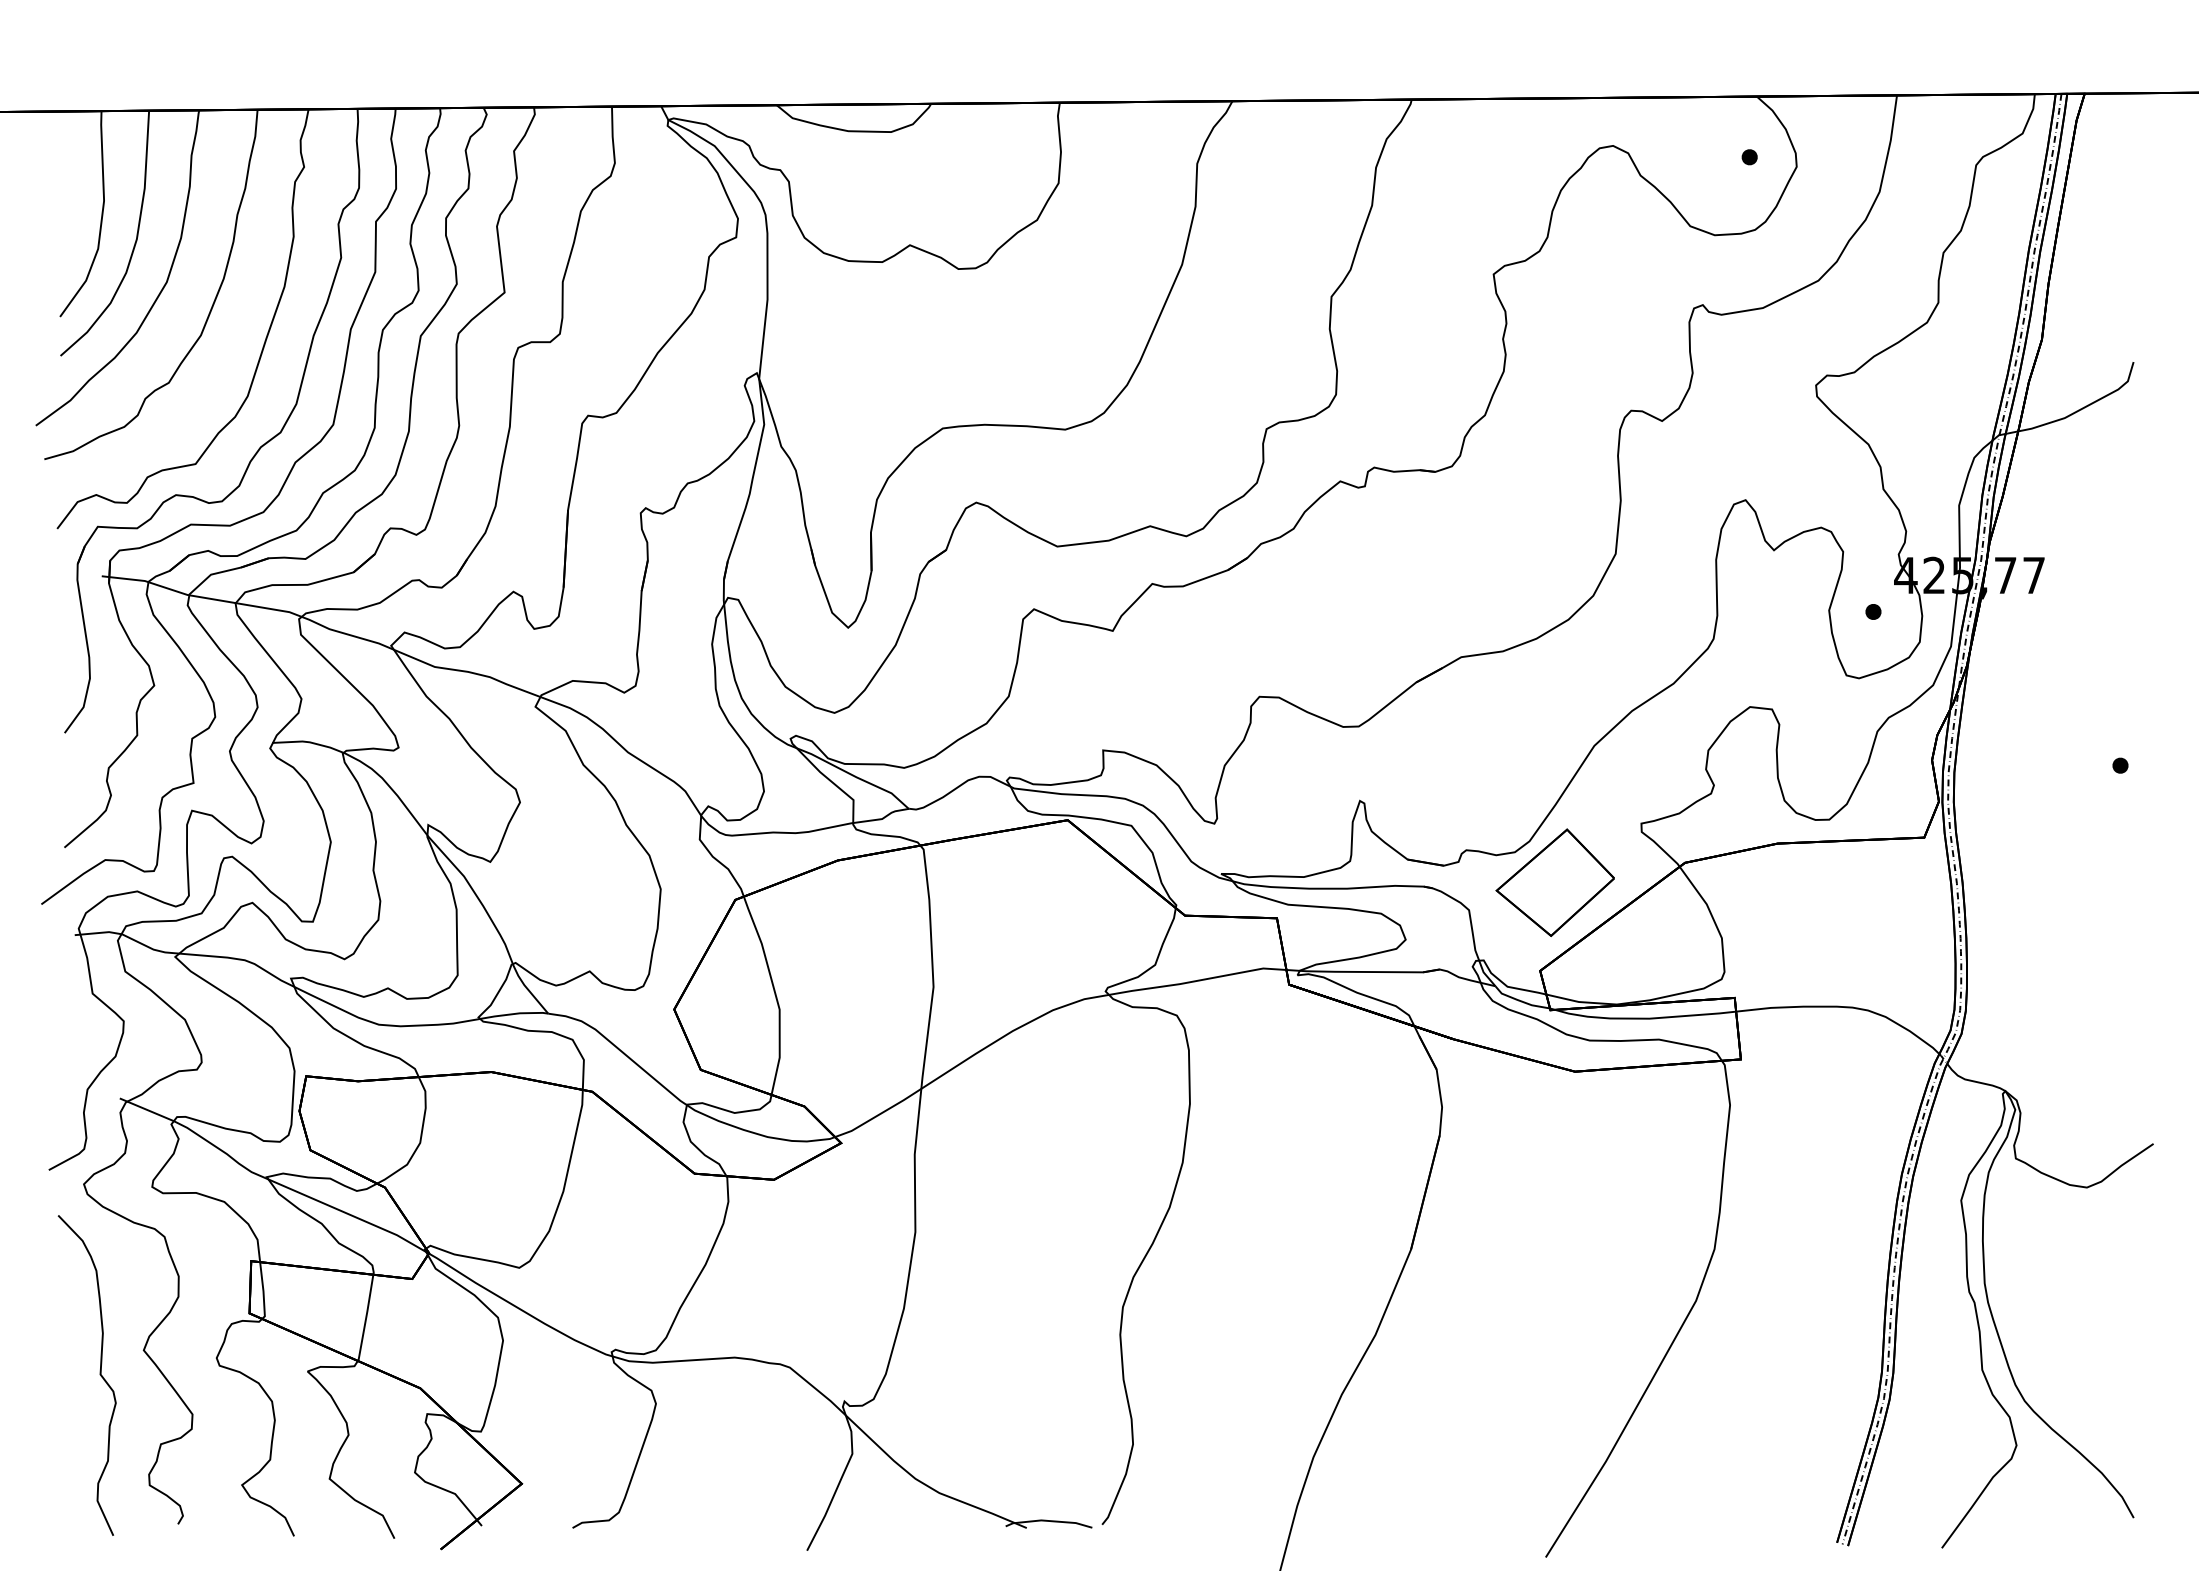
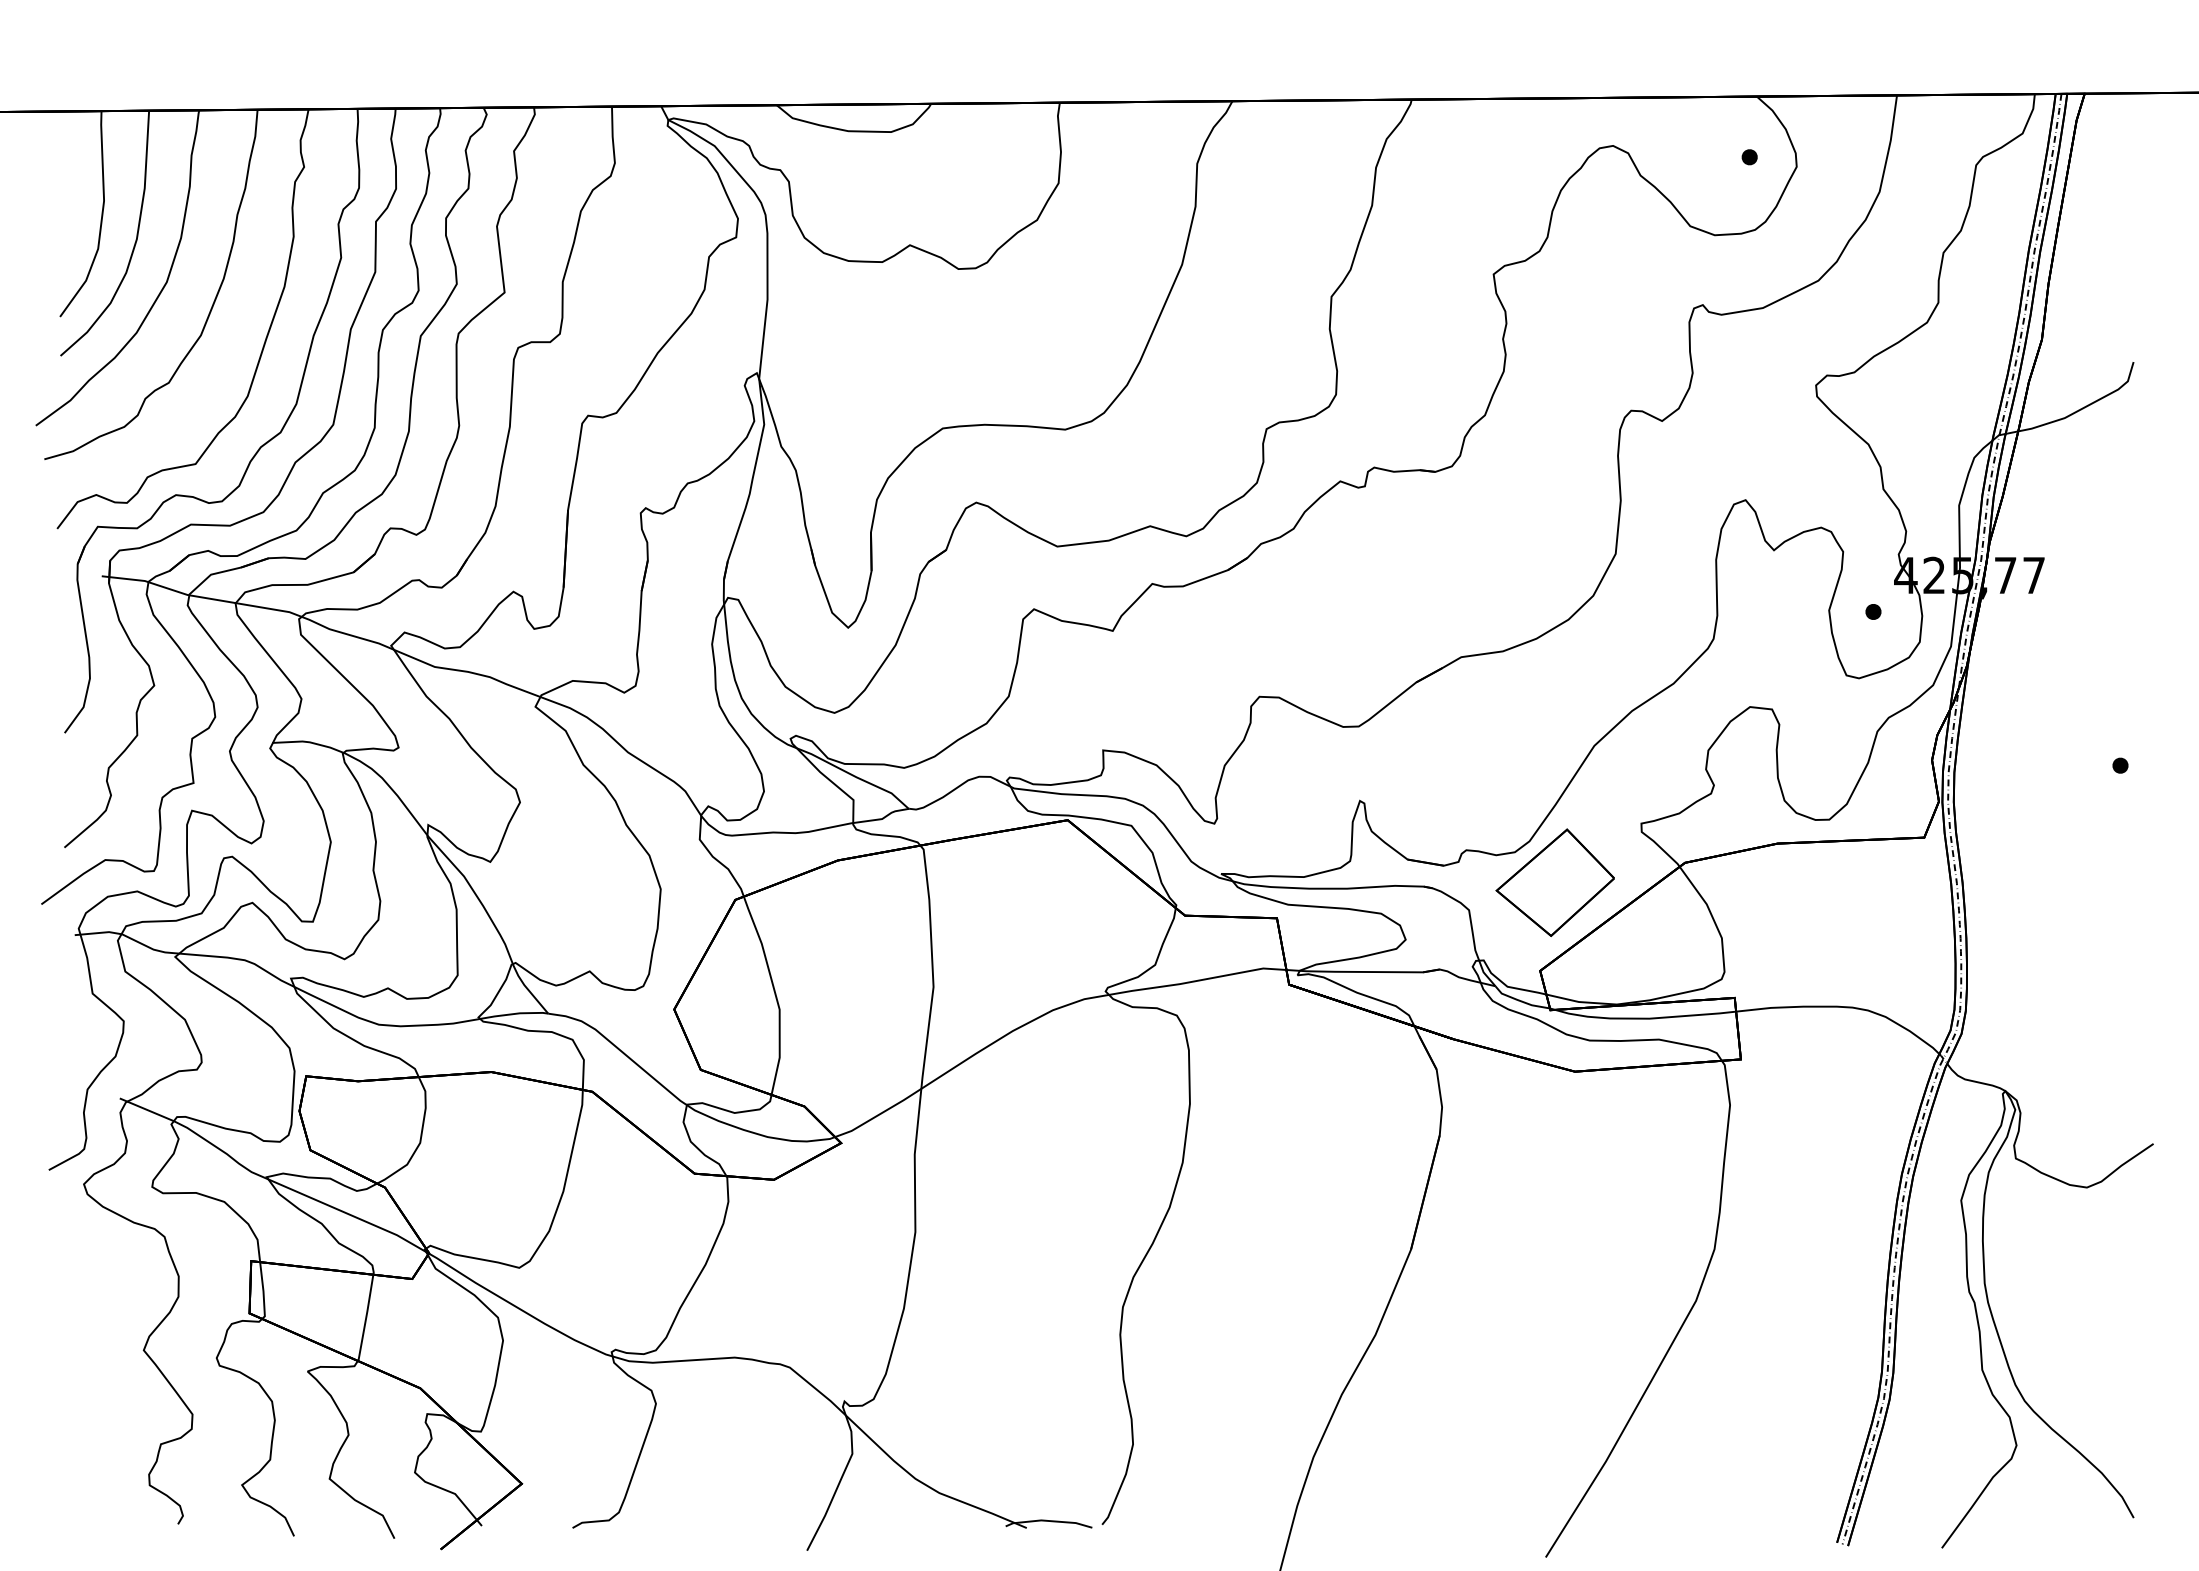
curve at (99, 1374): present -> none
